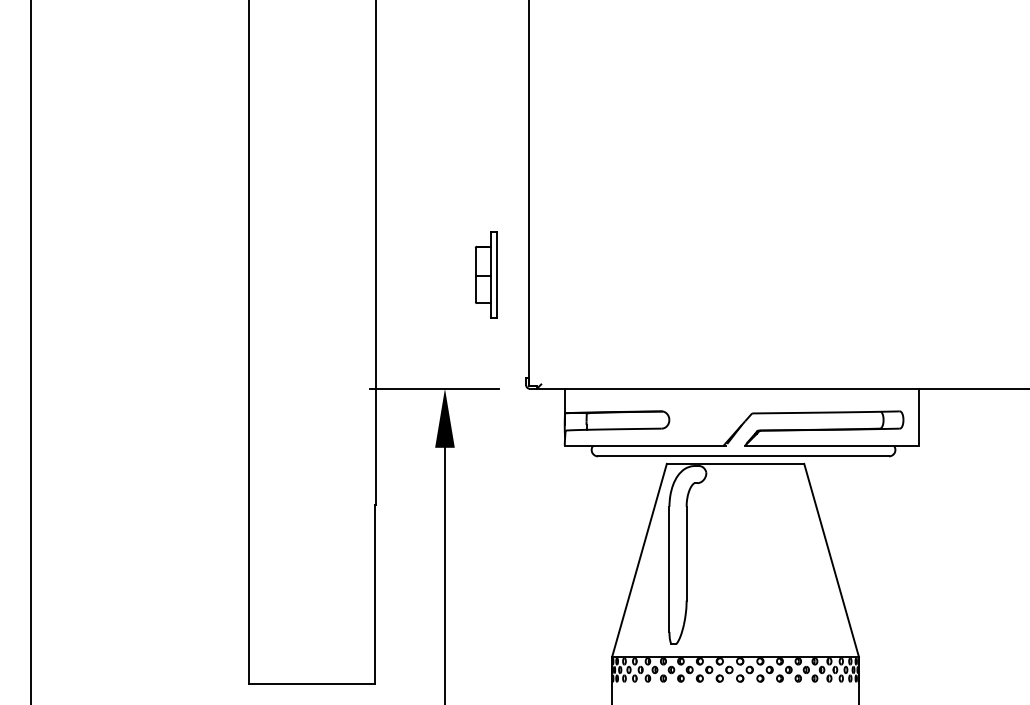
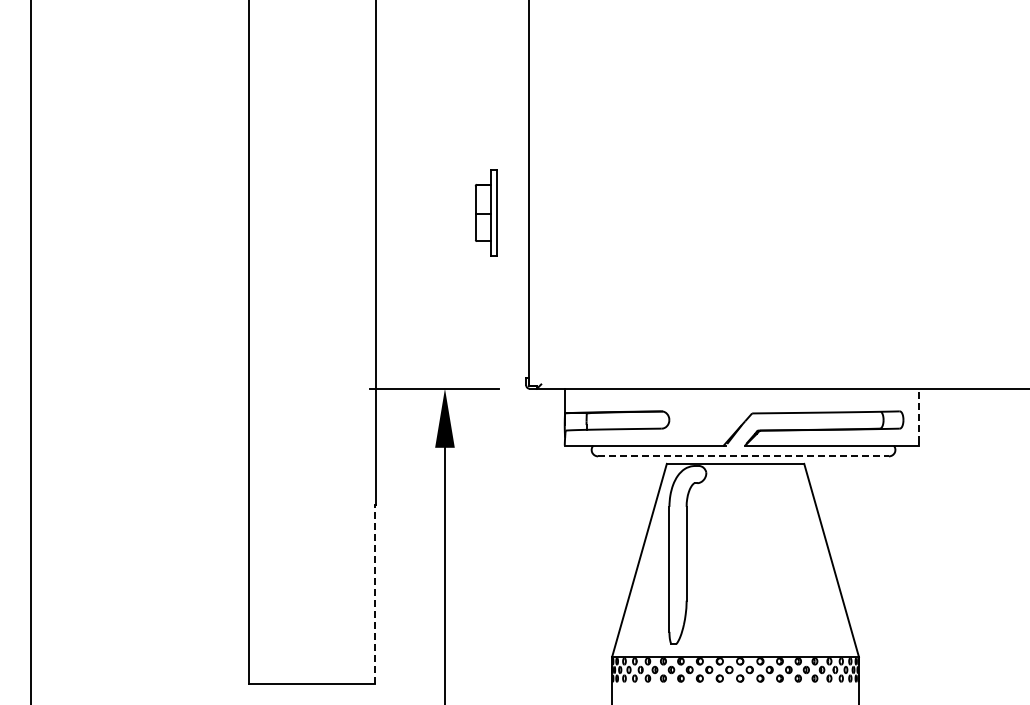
part at (486, 274) position: (486, 274) -> (486, 212)
line at (918, 415): solid -> dashed
line at (744, 456): solid -> dashed
line at (374, 593): solid -> dashed
